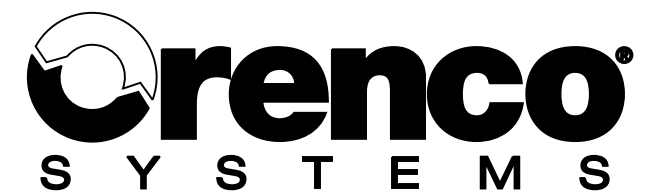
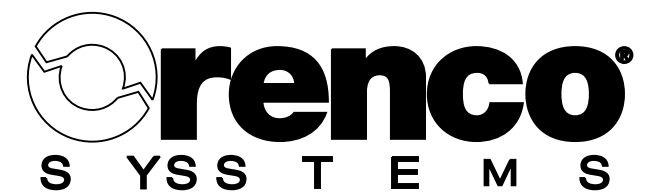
fill at (87, 97): present -> none
part at (181, 172): none -> present
part at (499, 172) size: 42x35 px -> 34x29 px
